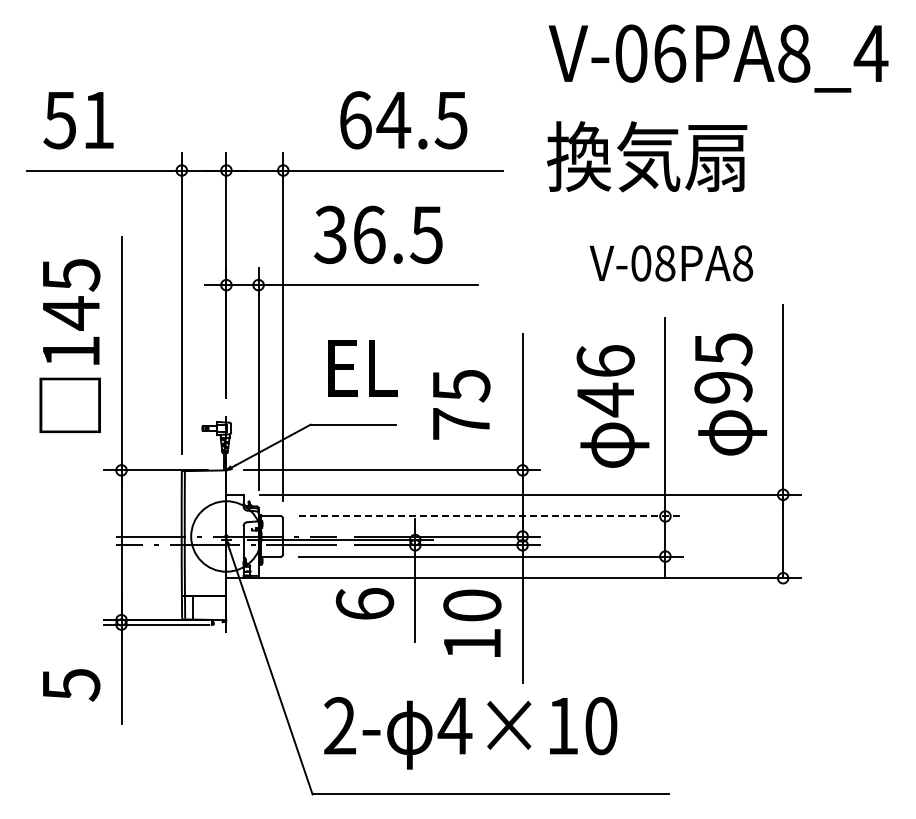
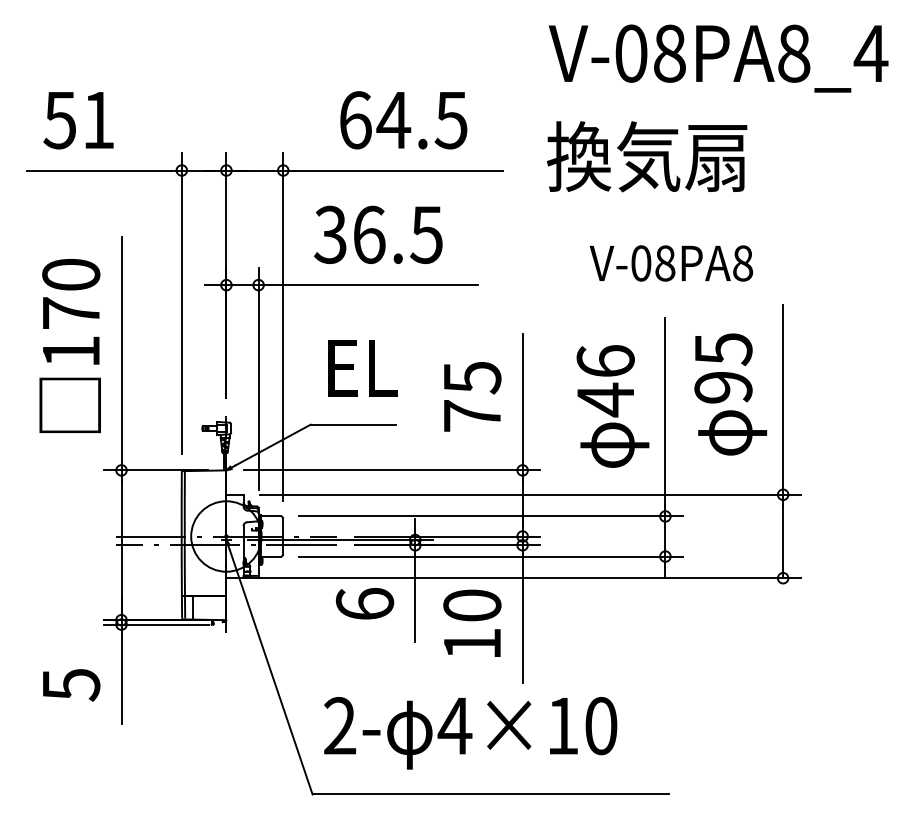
text at (670, 53): V-06PA8_4 -> V-08PA8_4
text at (71, 294): 145 -> 170
text at (461, 404) position: (461, 404) -> (472, 396)
line at (491, 516): dashed -> solid
